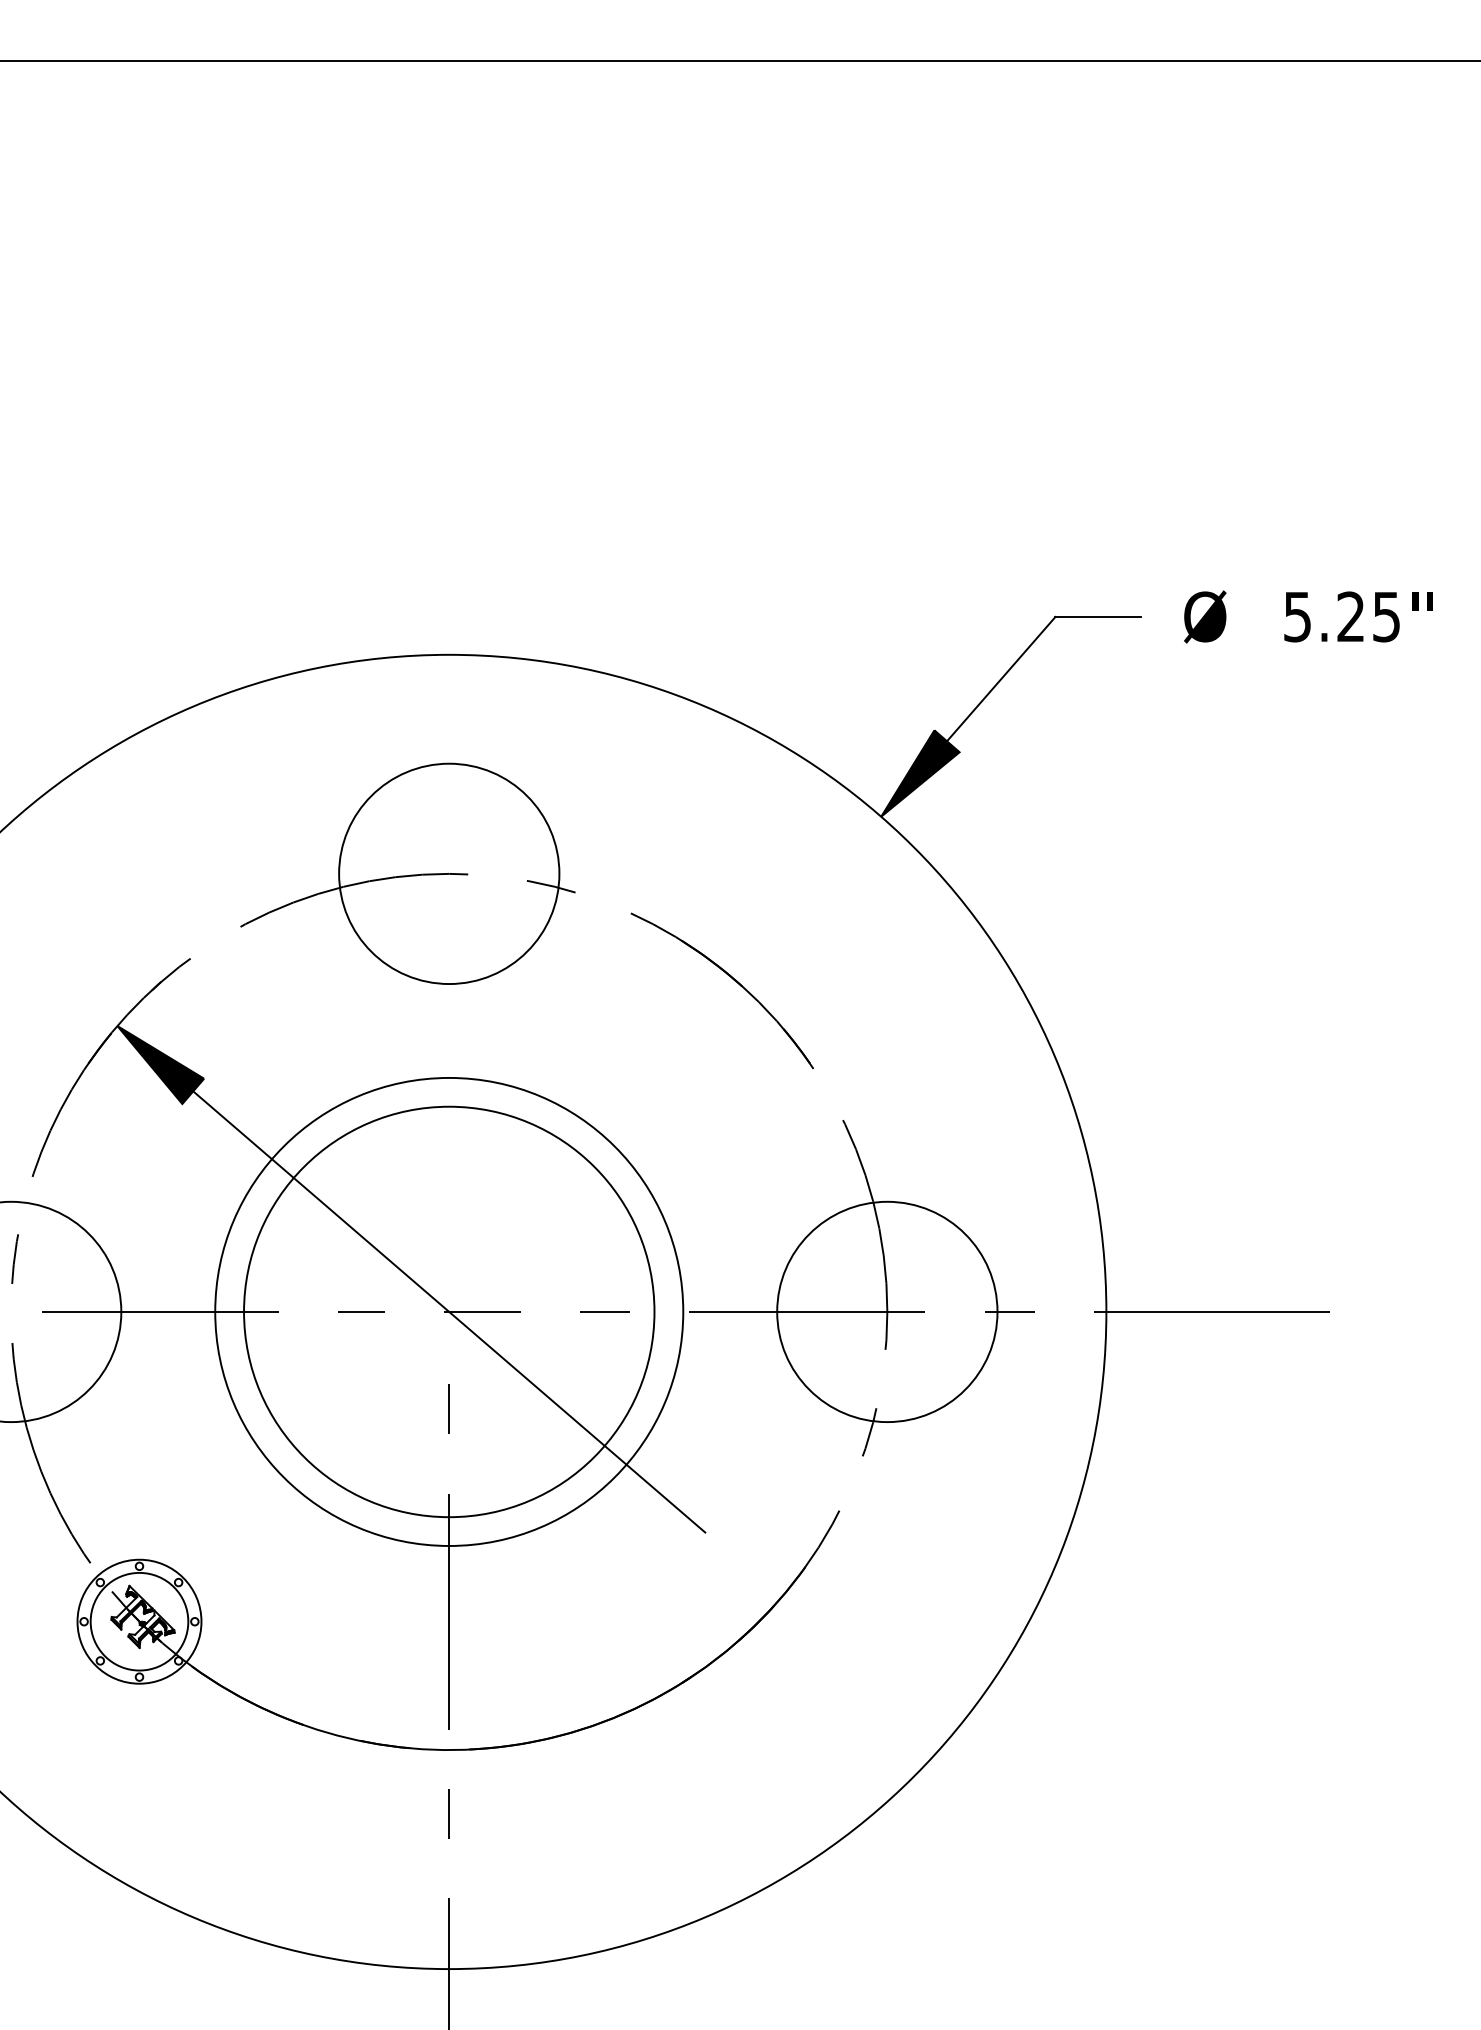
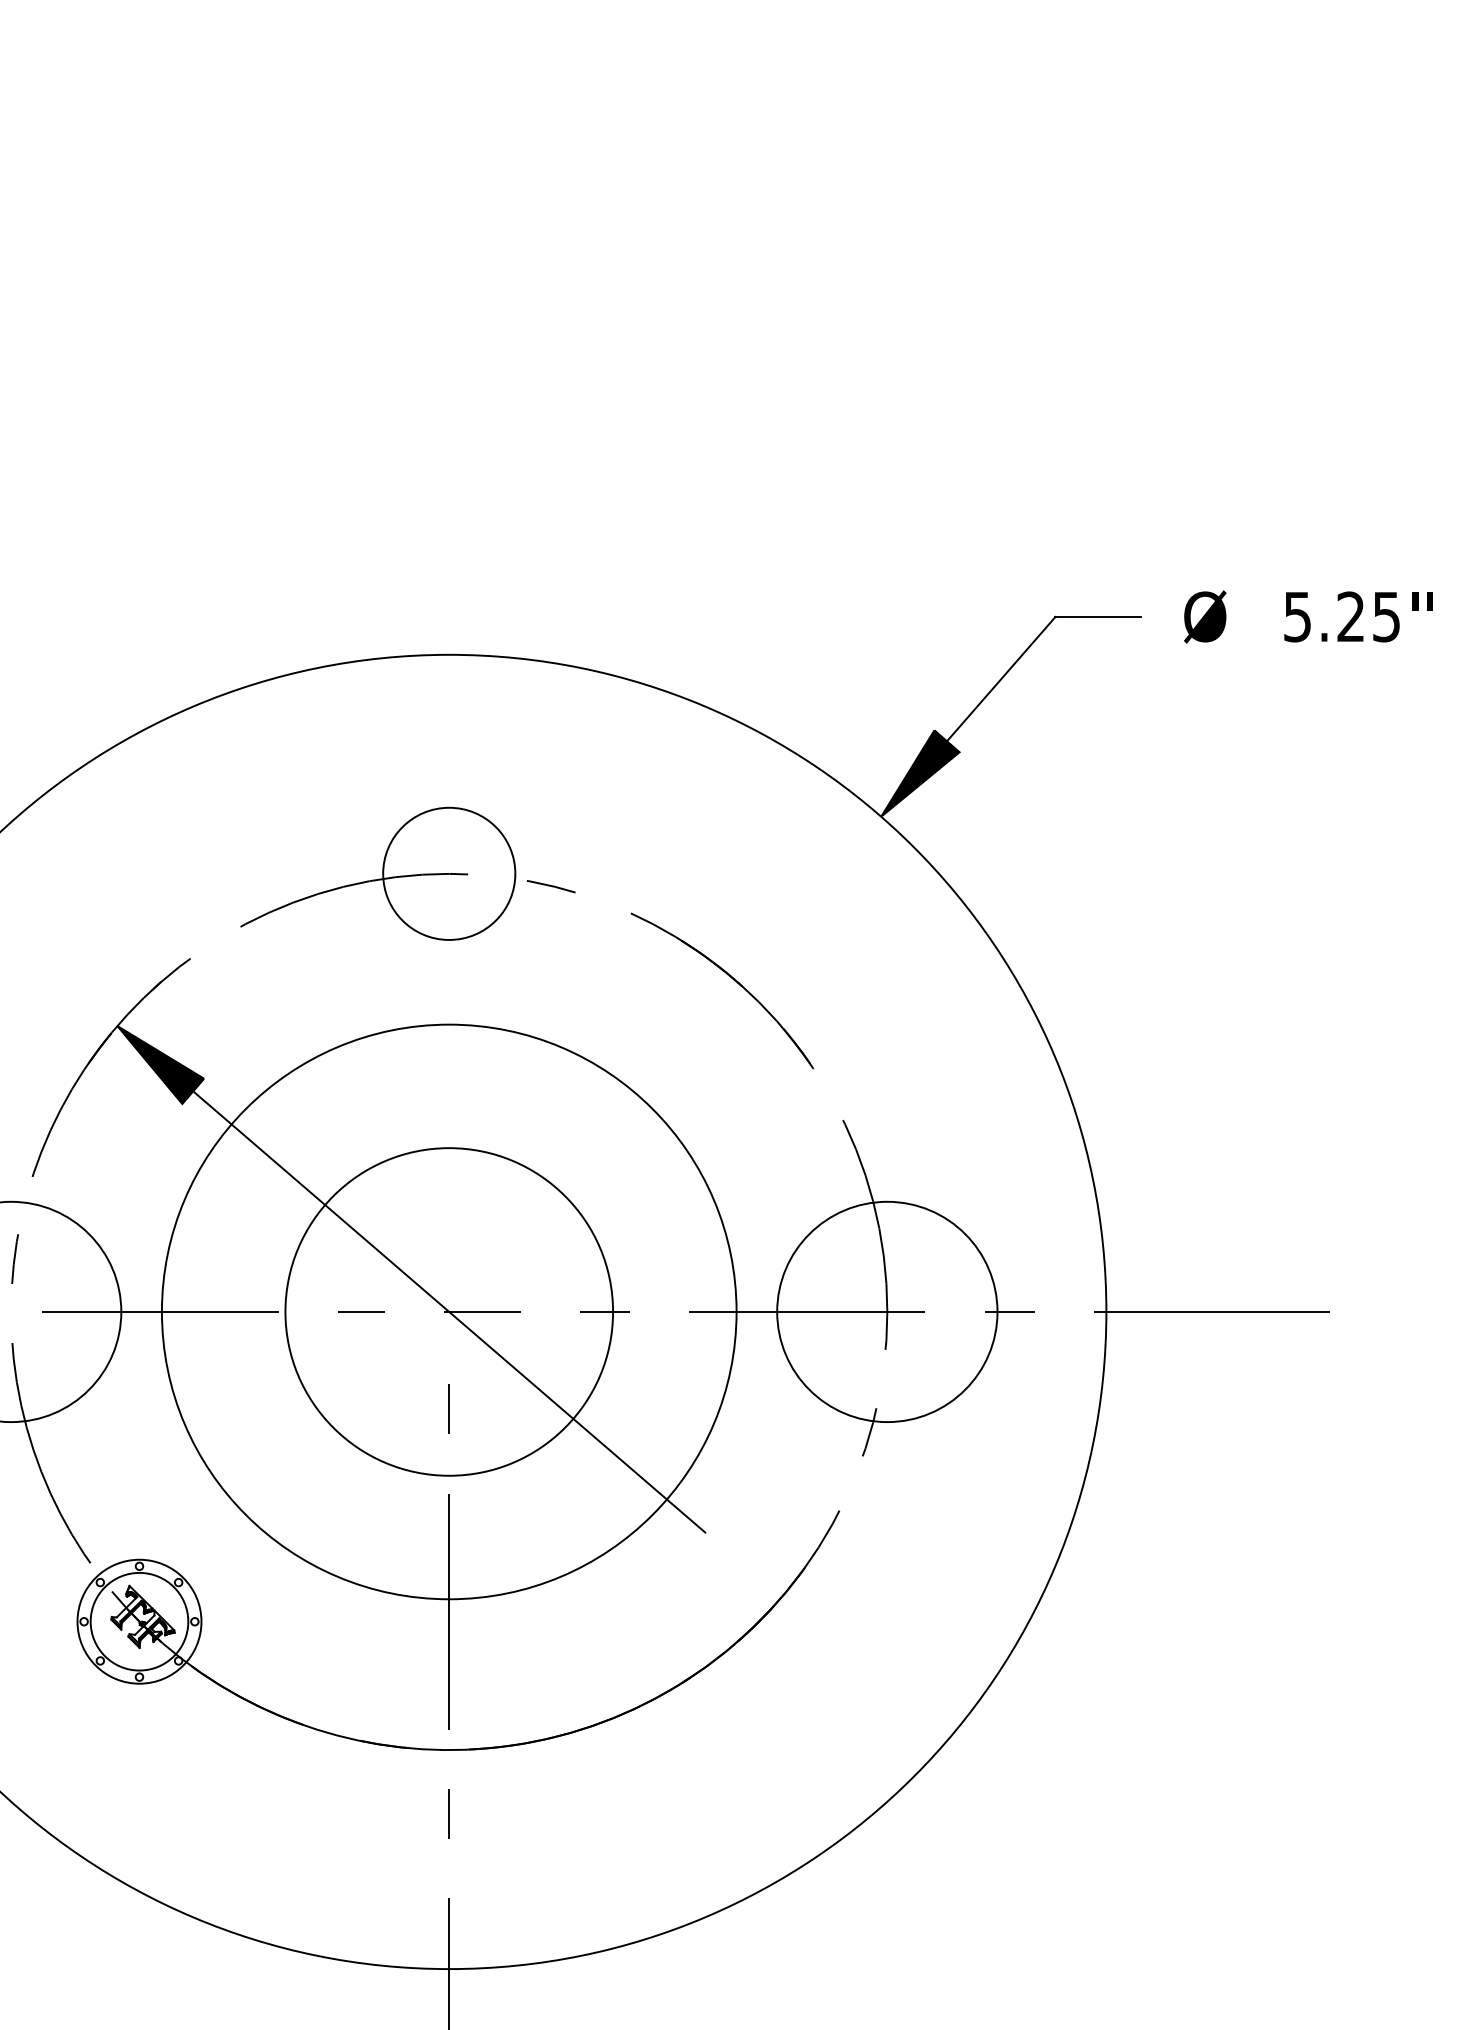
line at (739, 60): present -> none
circle at (449, 873) diameter: 220 px -> 132 px
circle at (449, 1311) diameter: 410 px -> 575 px
circle at (449, 1311) diameter: 468 px -> 328 px
